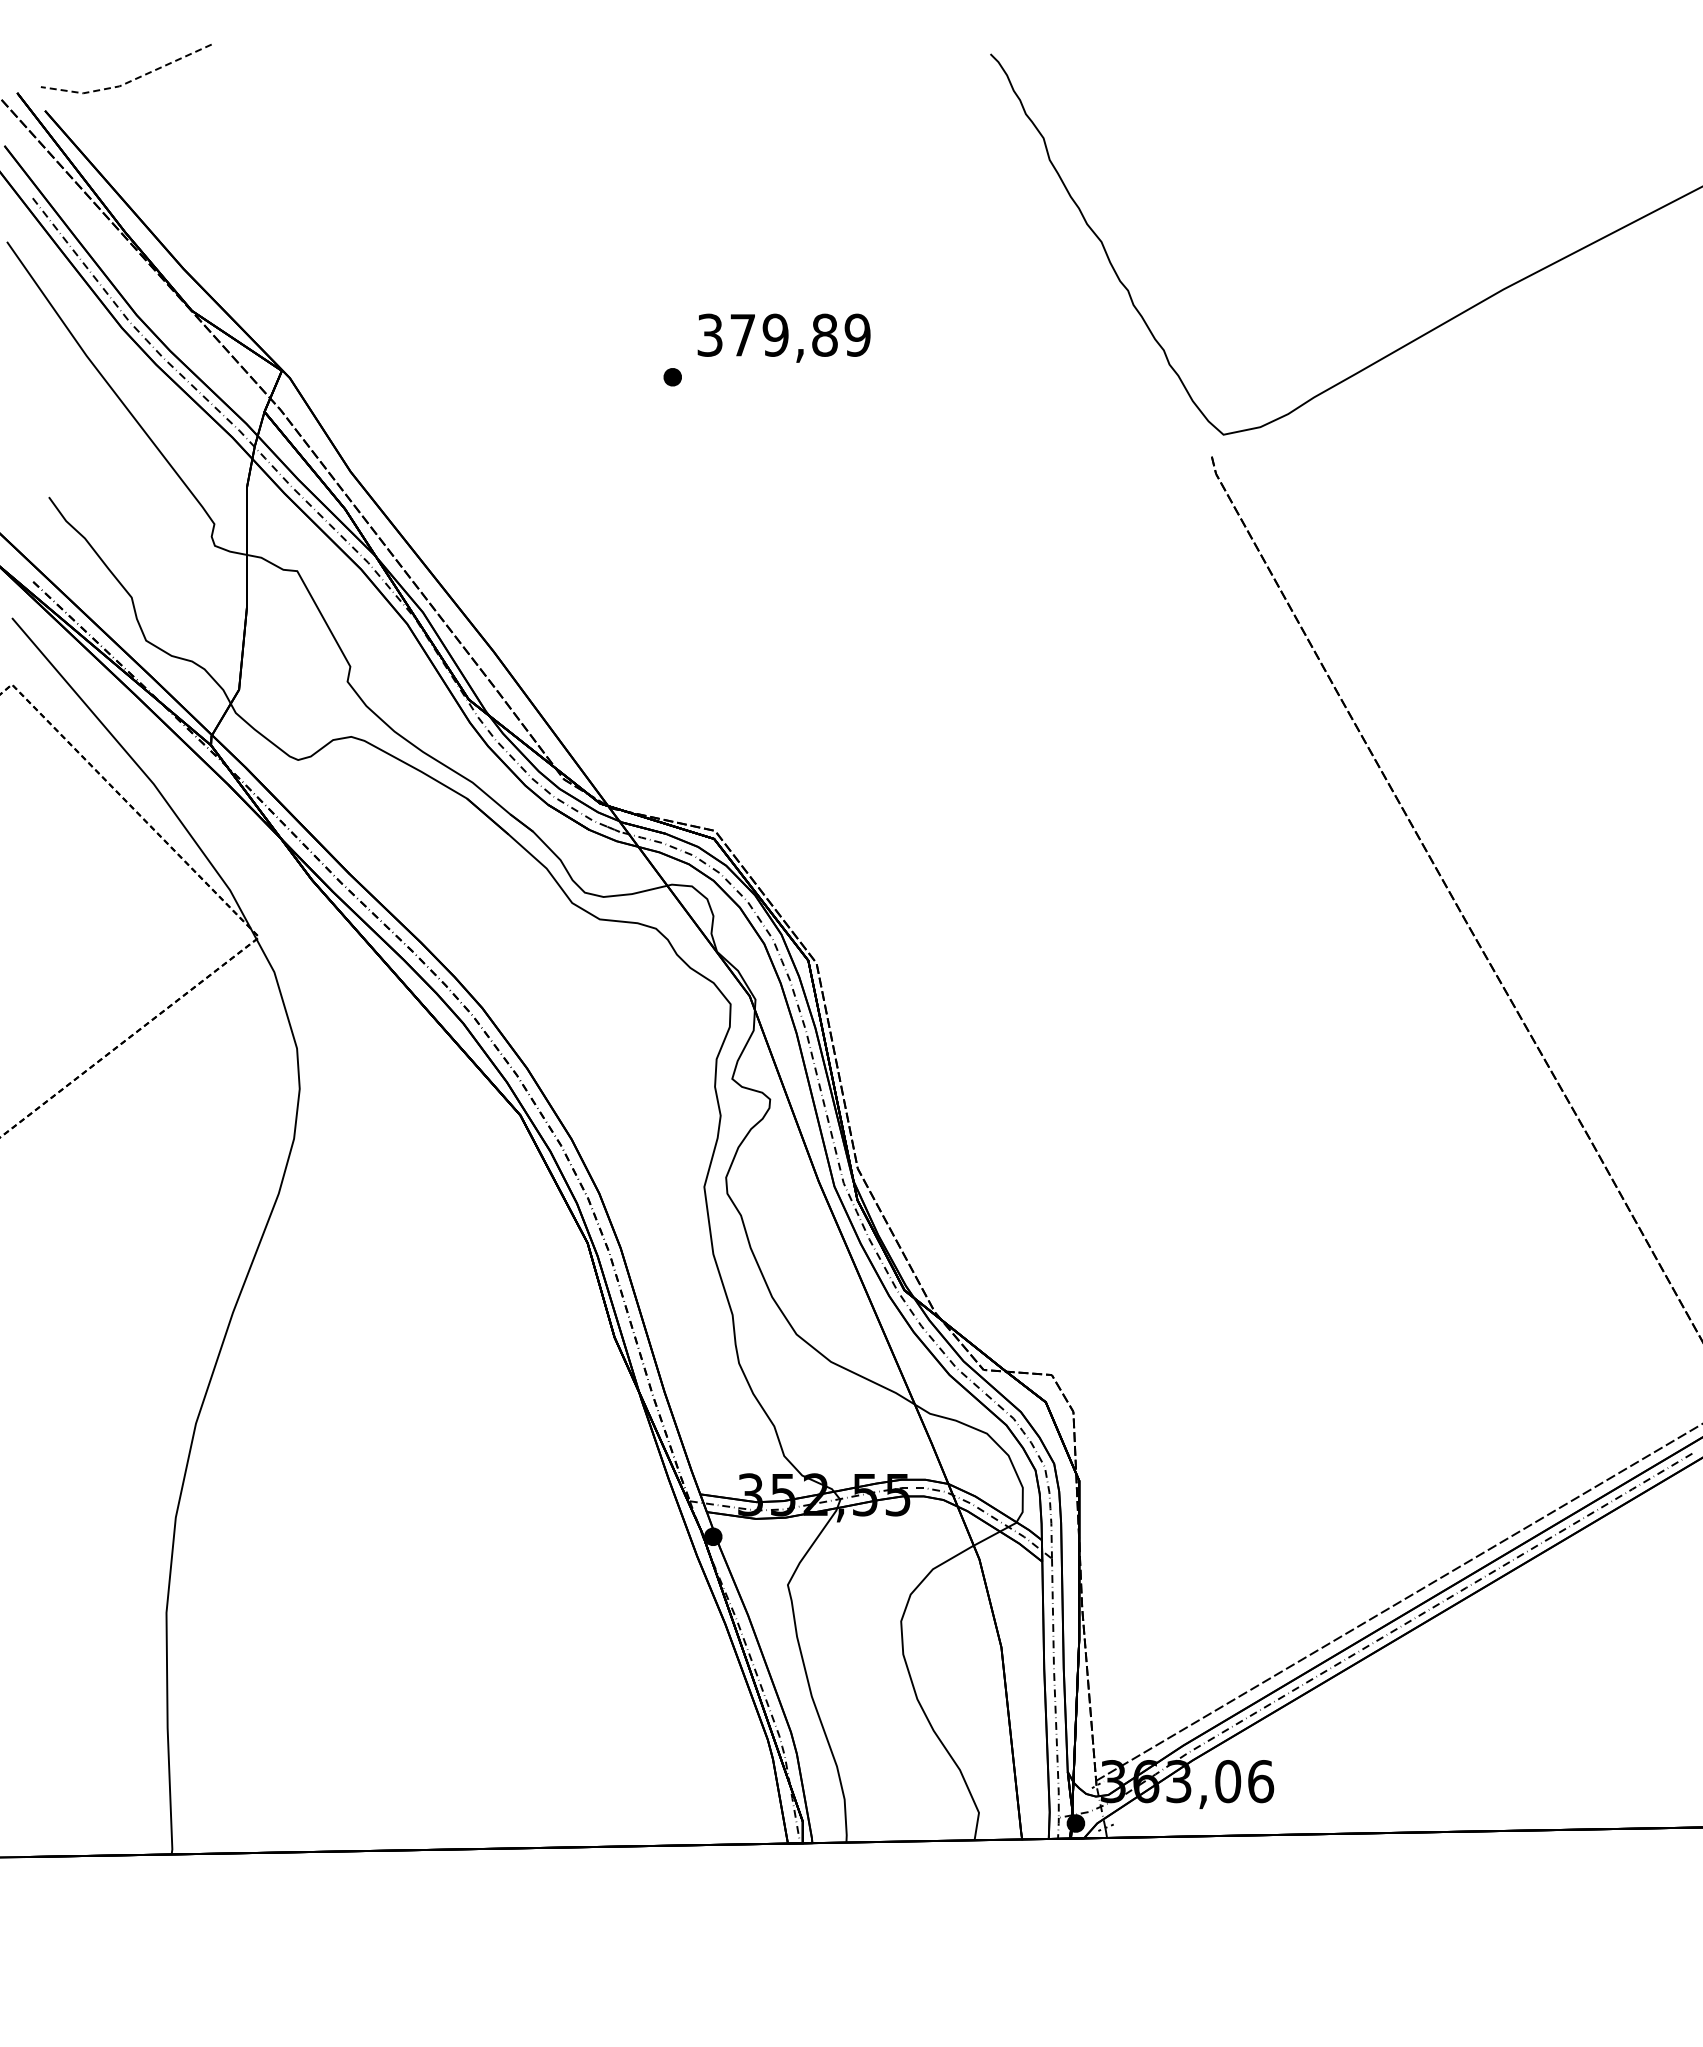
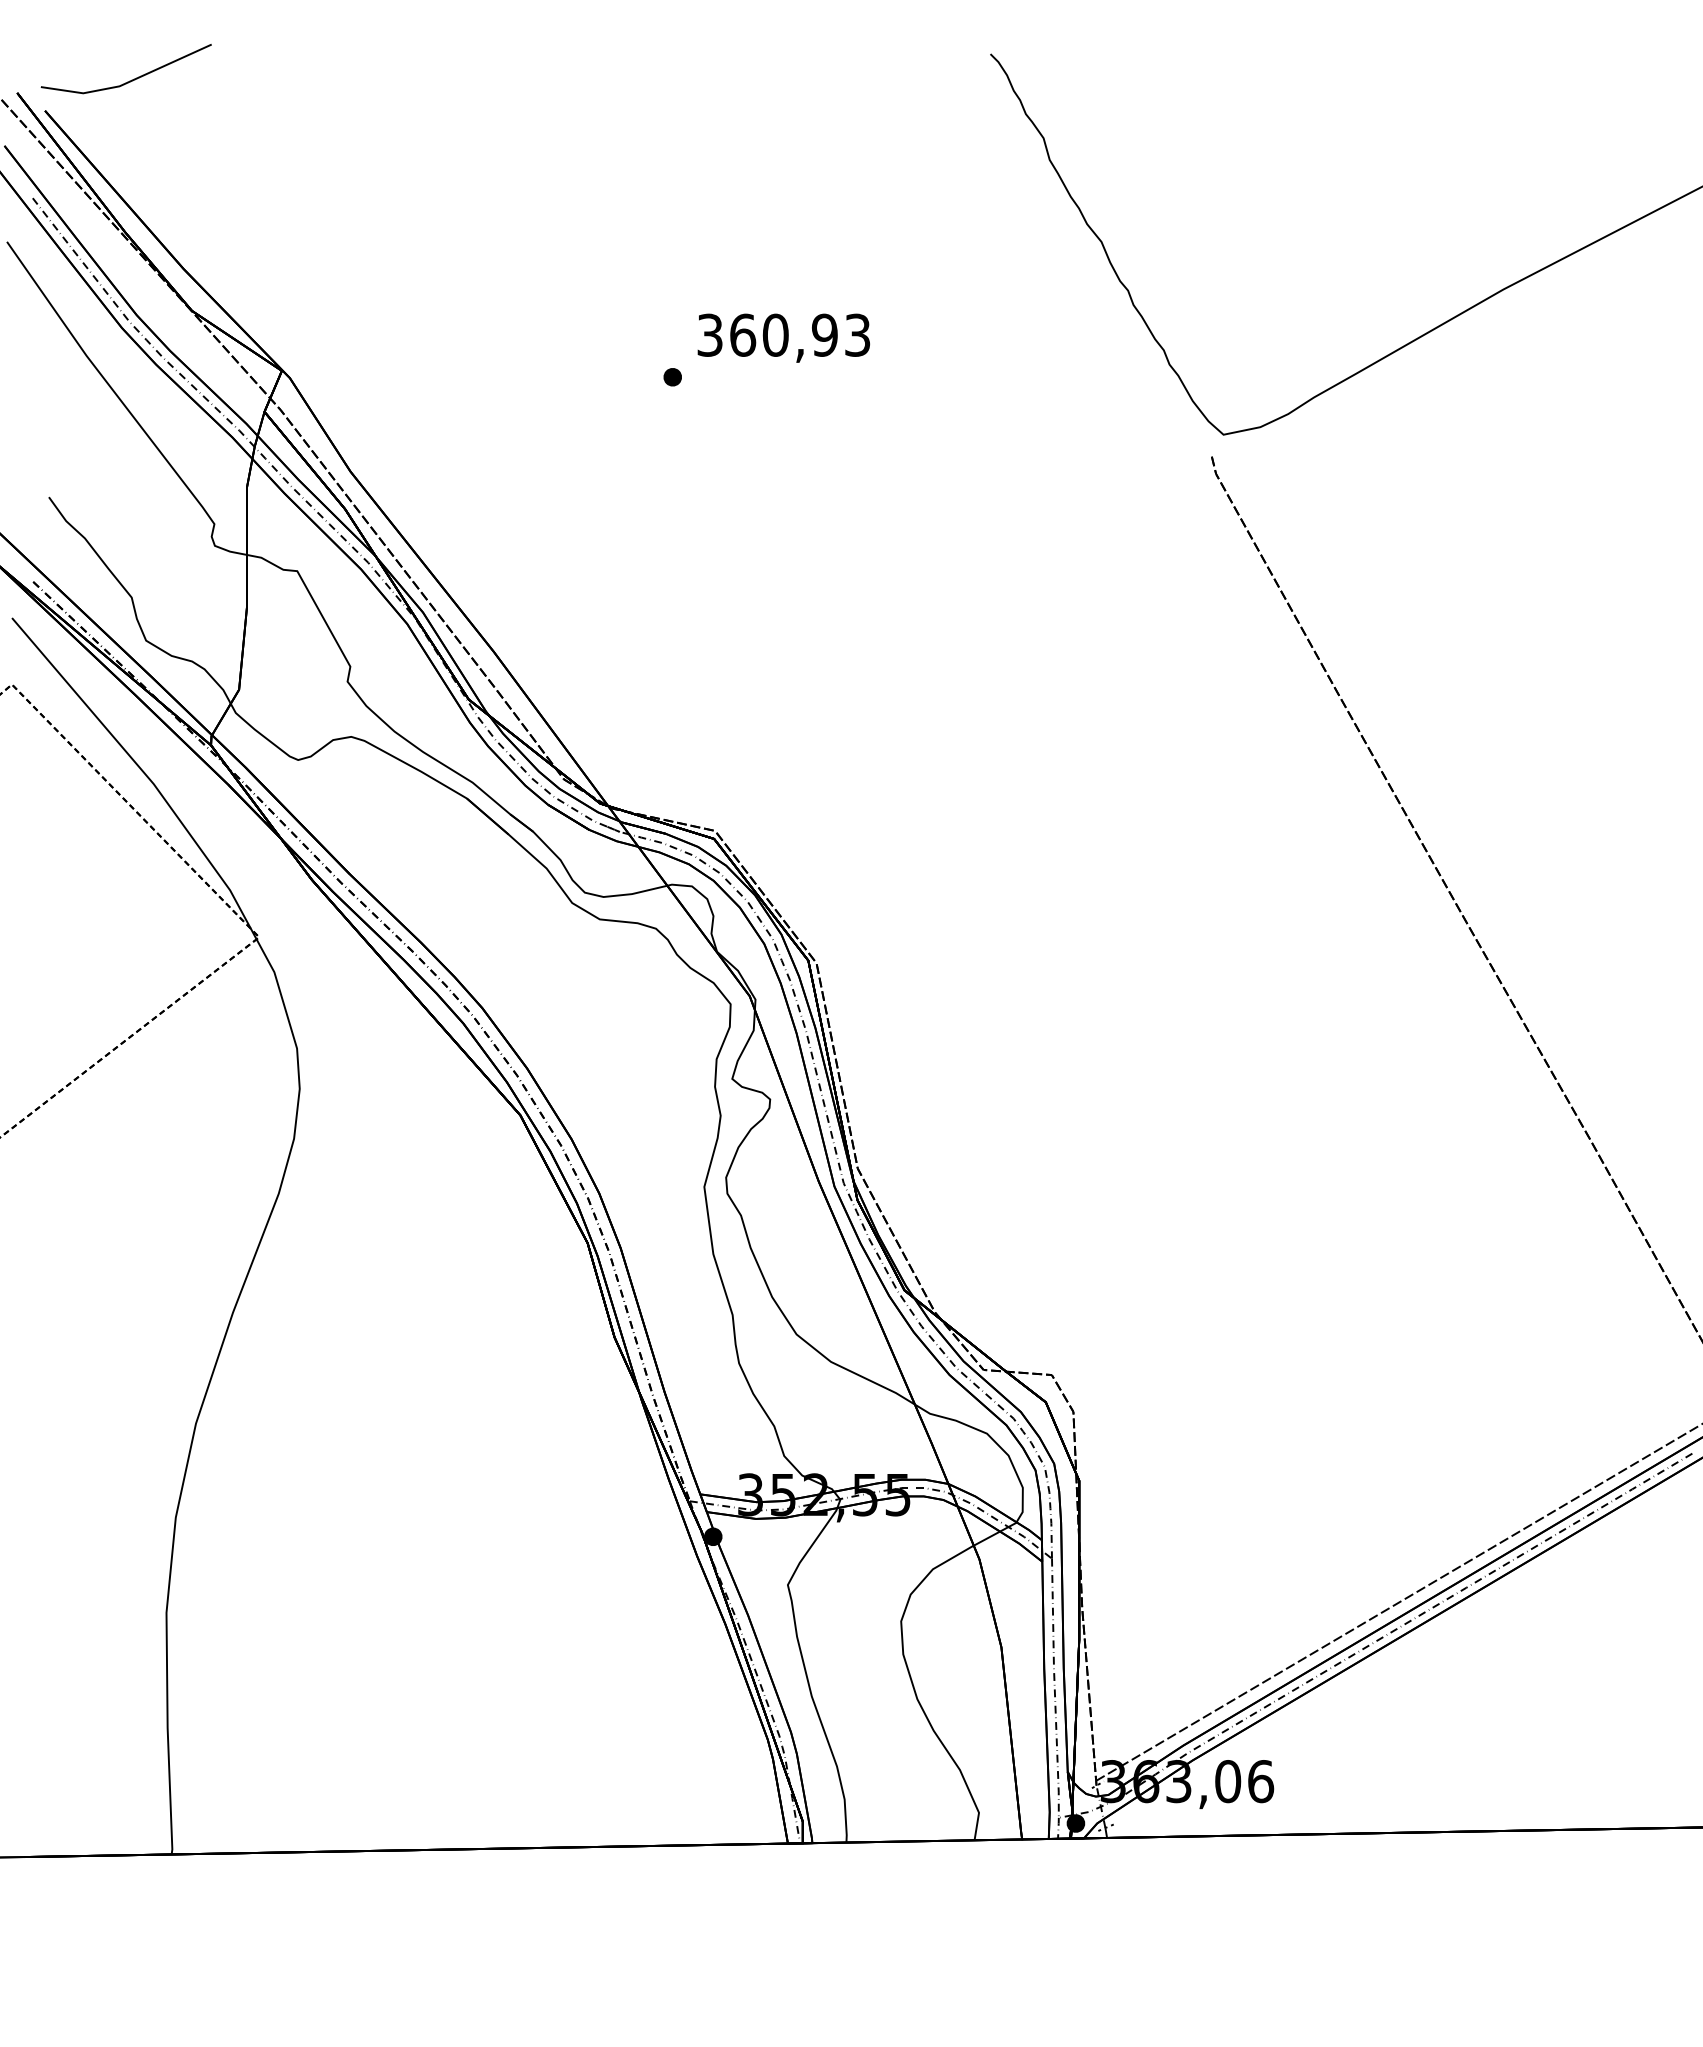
line at (128, 82): dashed -> solid
text at (800, 334): 379,89 -> 360,93
